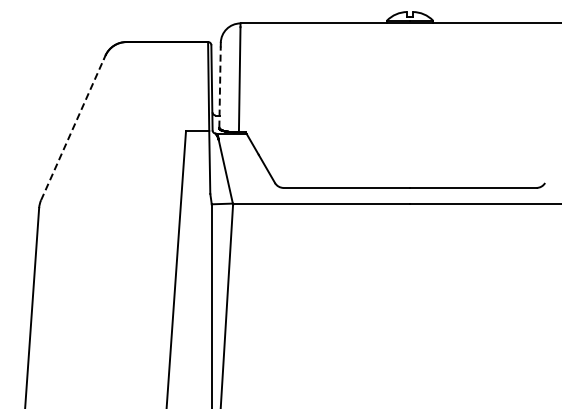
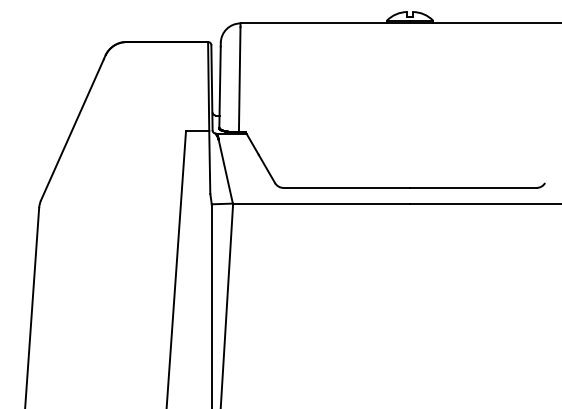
line at (220, 87): dashed -> solid
line at (72, 129): dashed -> solid
